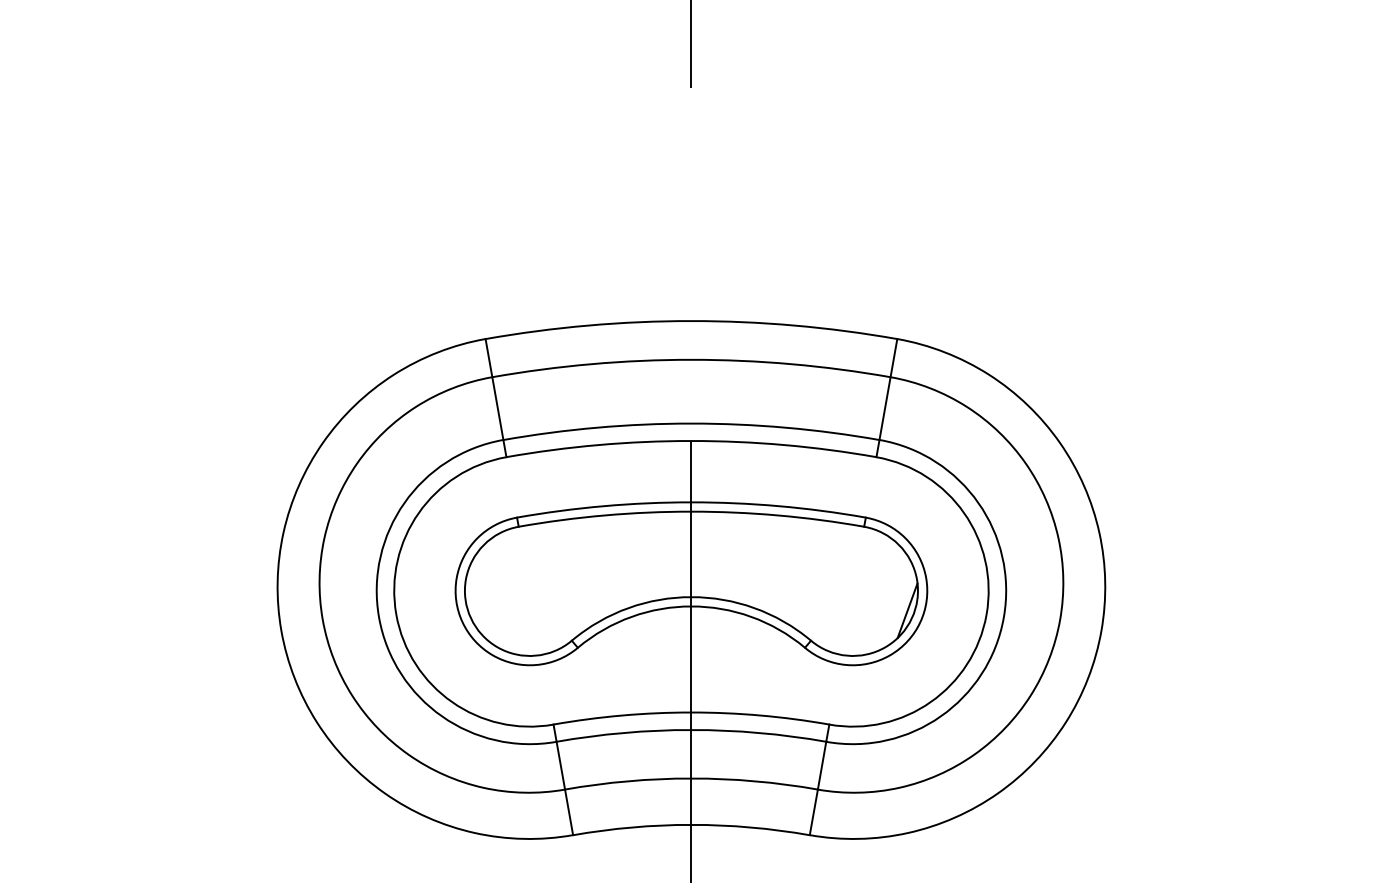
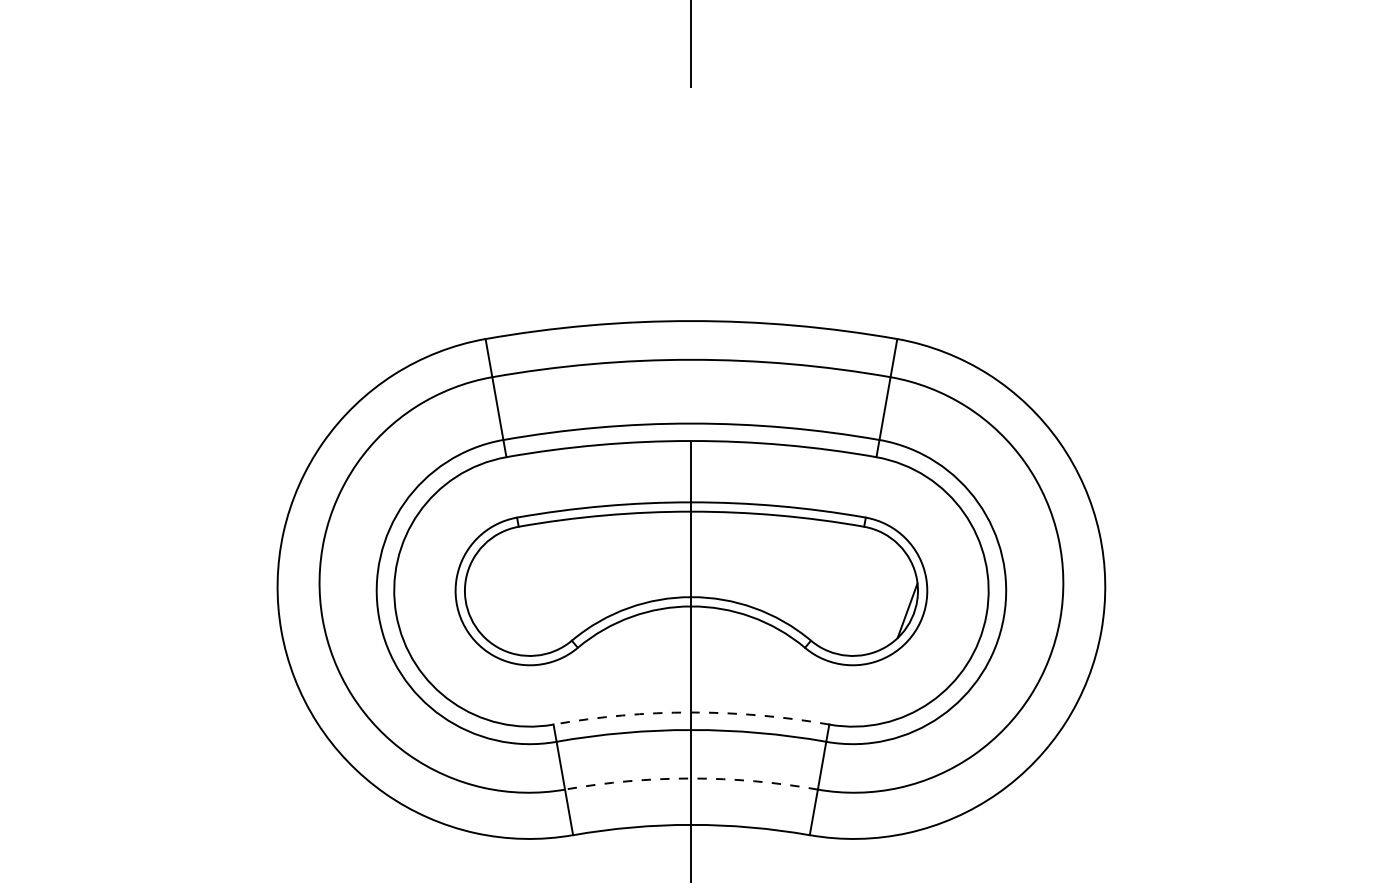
arc at (691, 712): solid -> dashed
arc at (691, 778): solid -> dashed
